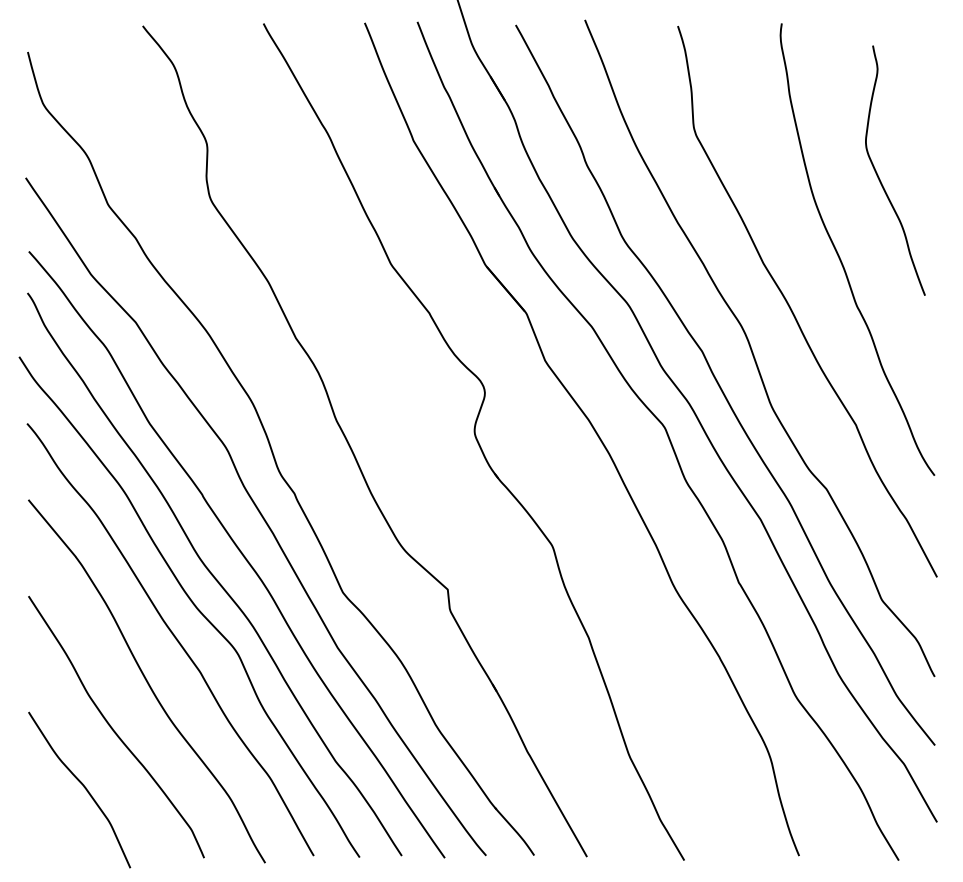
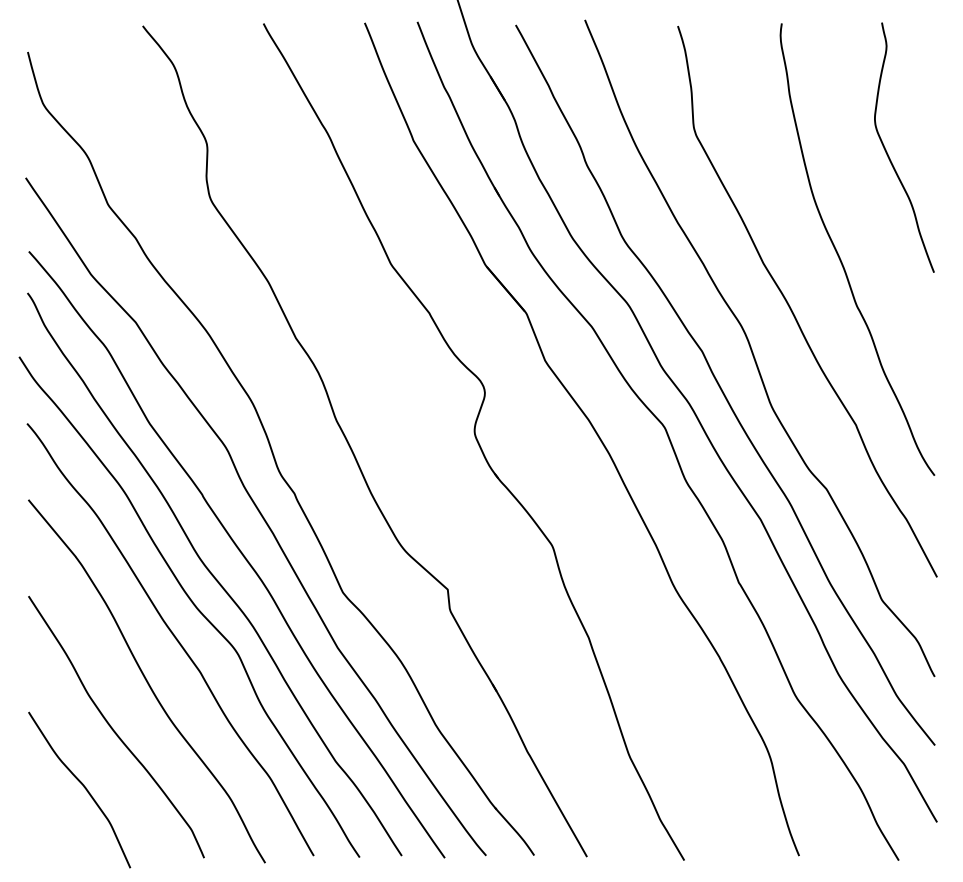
curve at (878, 174) position: (878, 174) -> (887, 151)
